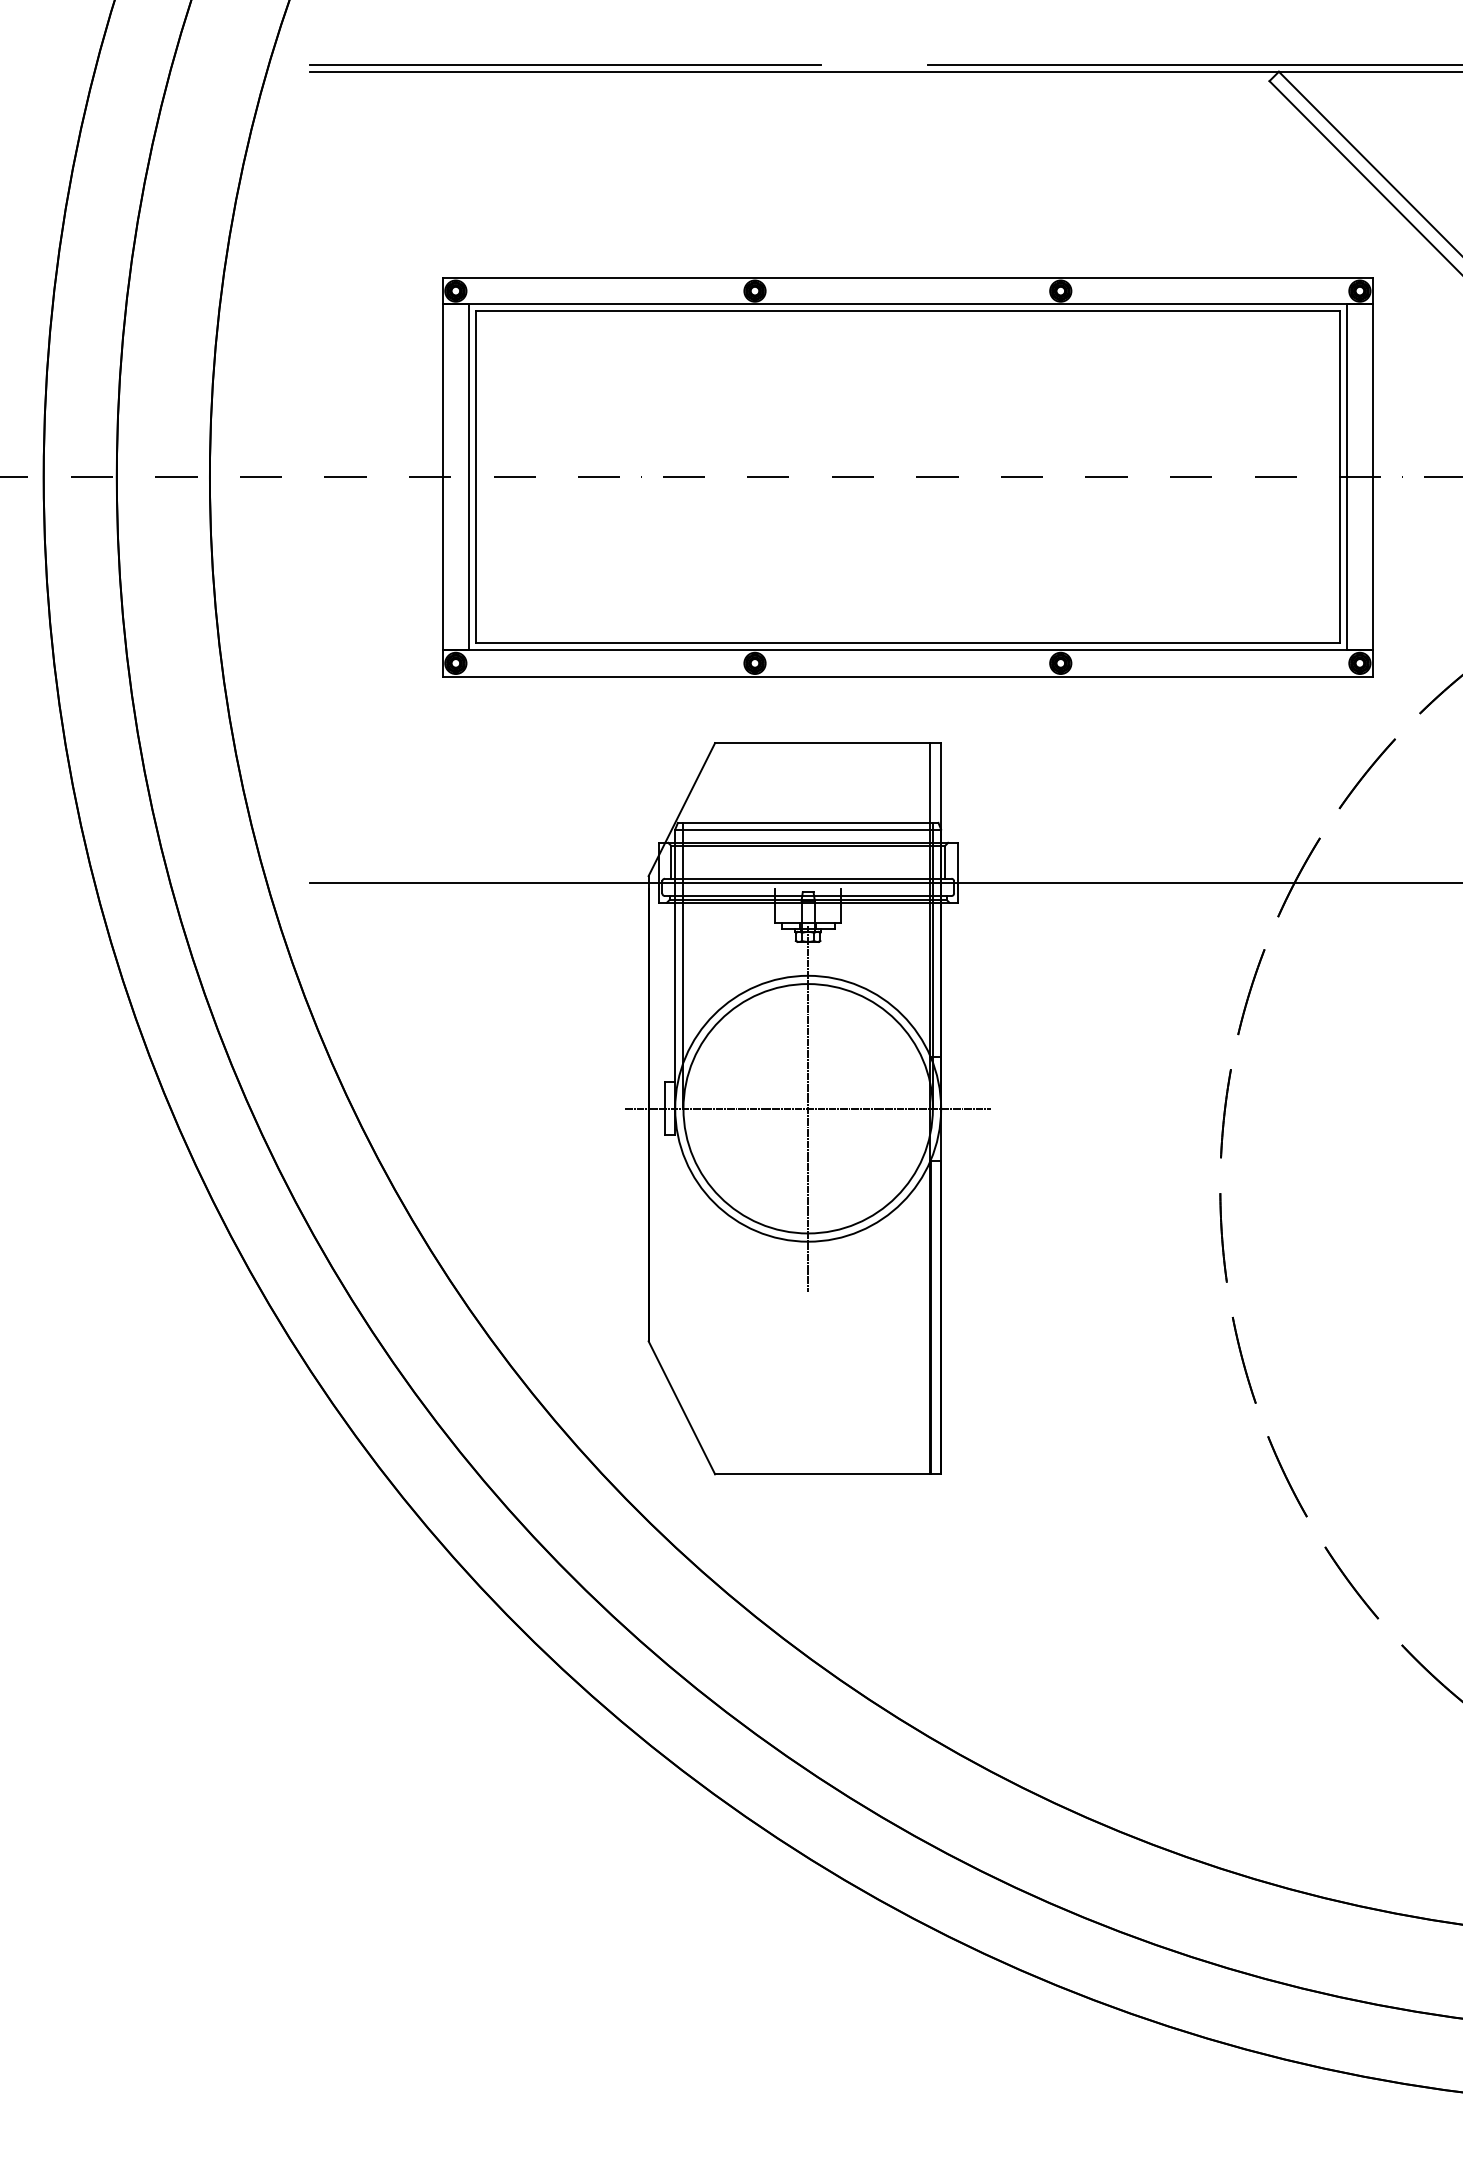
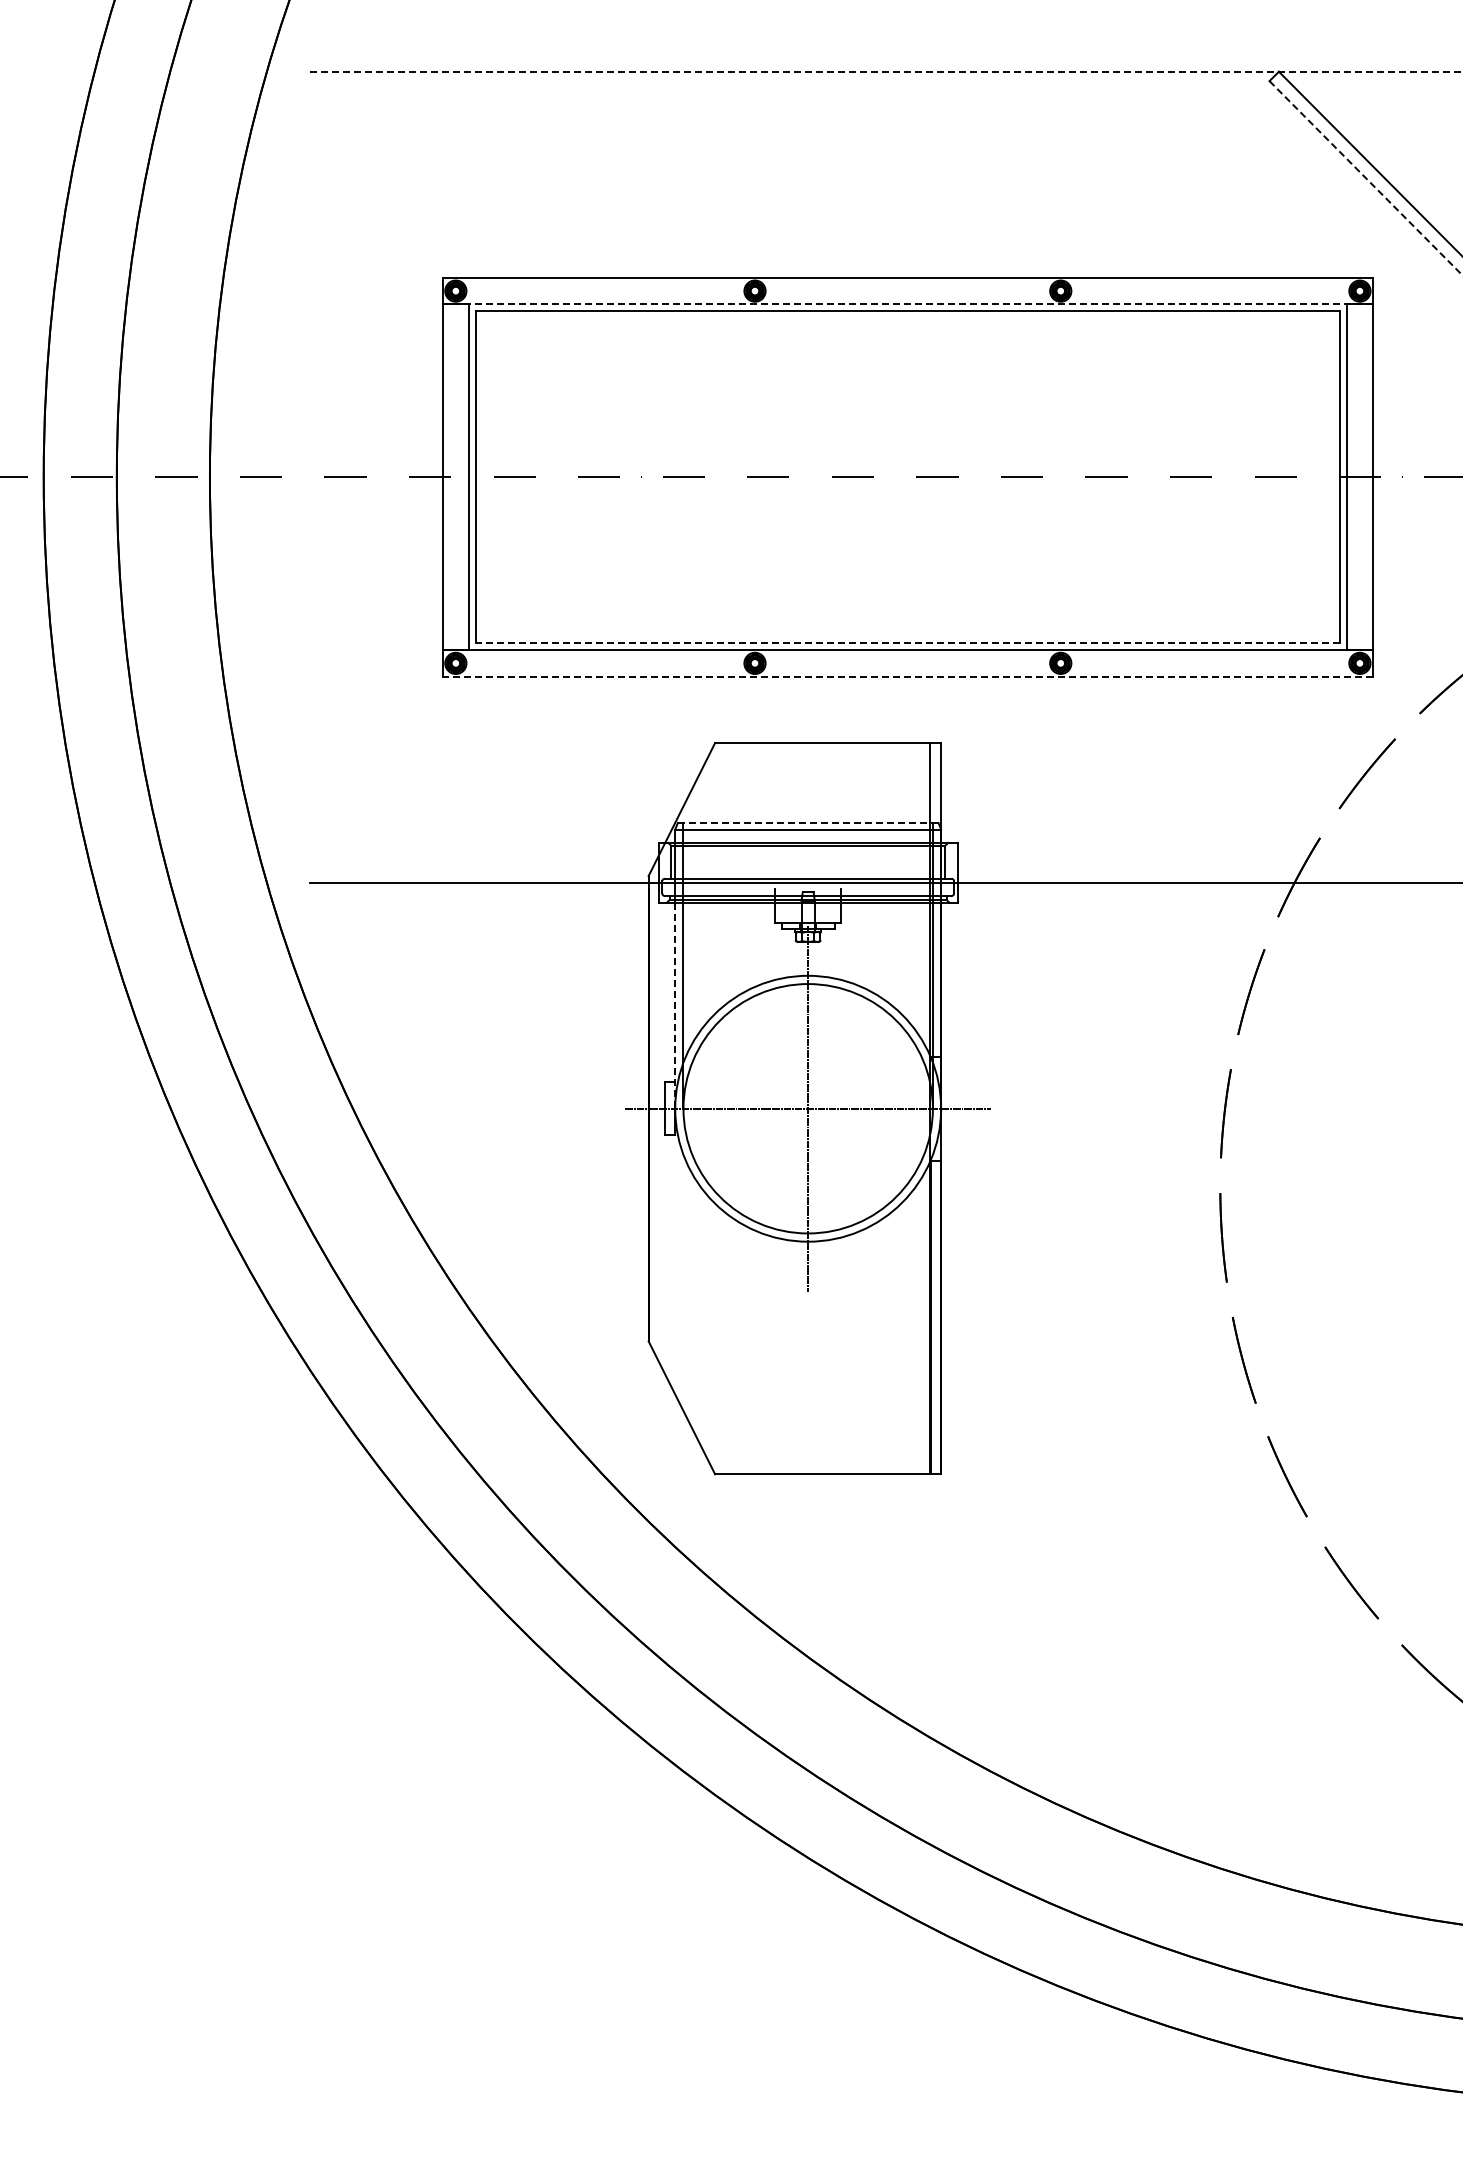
line at (565, 65): present -> none
line at (1193, 65): present -> none
line at (886, 71): solid -> dashed
line at (1366, 178): solid -> dashed
line at (907, 304): solid -> dashed
line at (907, 643): solid -> dashed
line at (907, 676): solid -> dashed
line at (808, 822): solid -> dashed
line at (675, 1006): solid -> dashed
